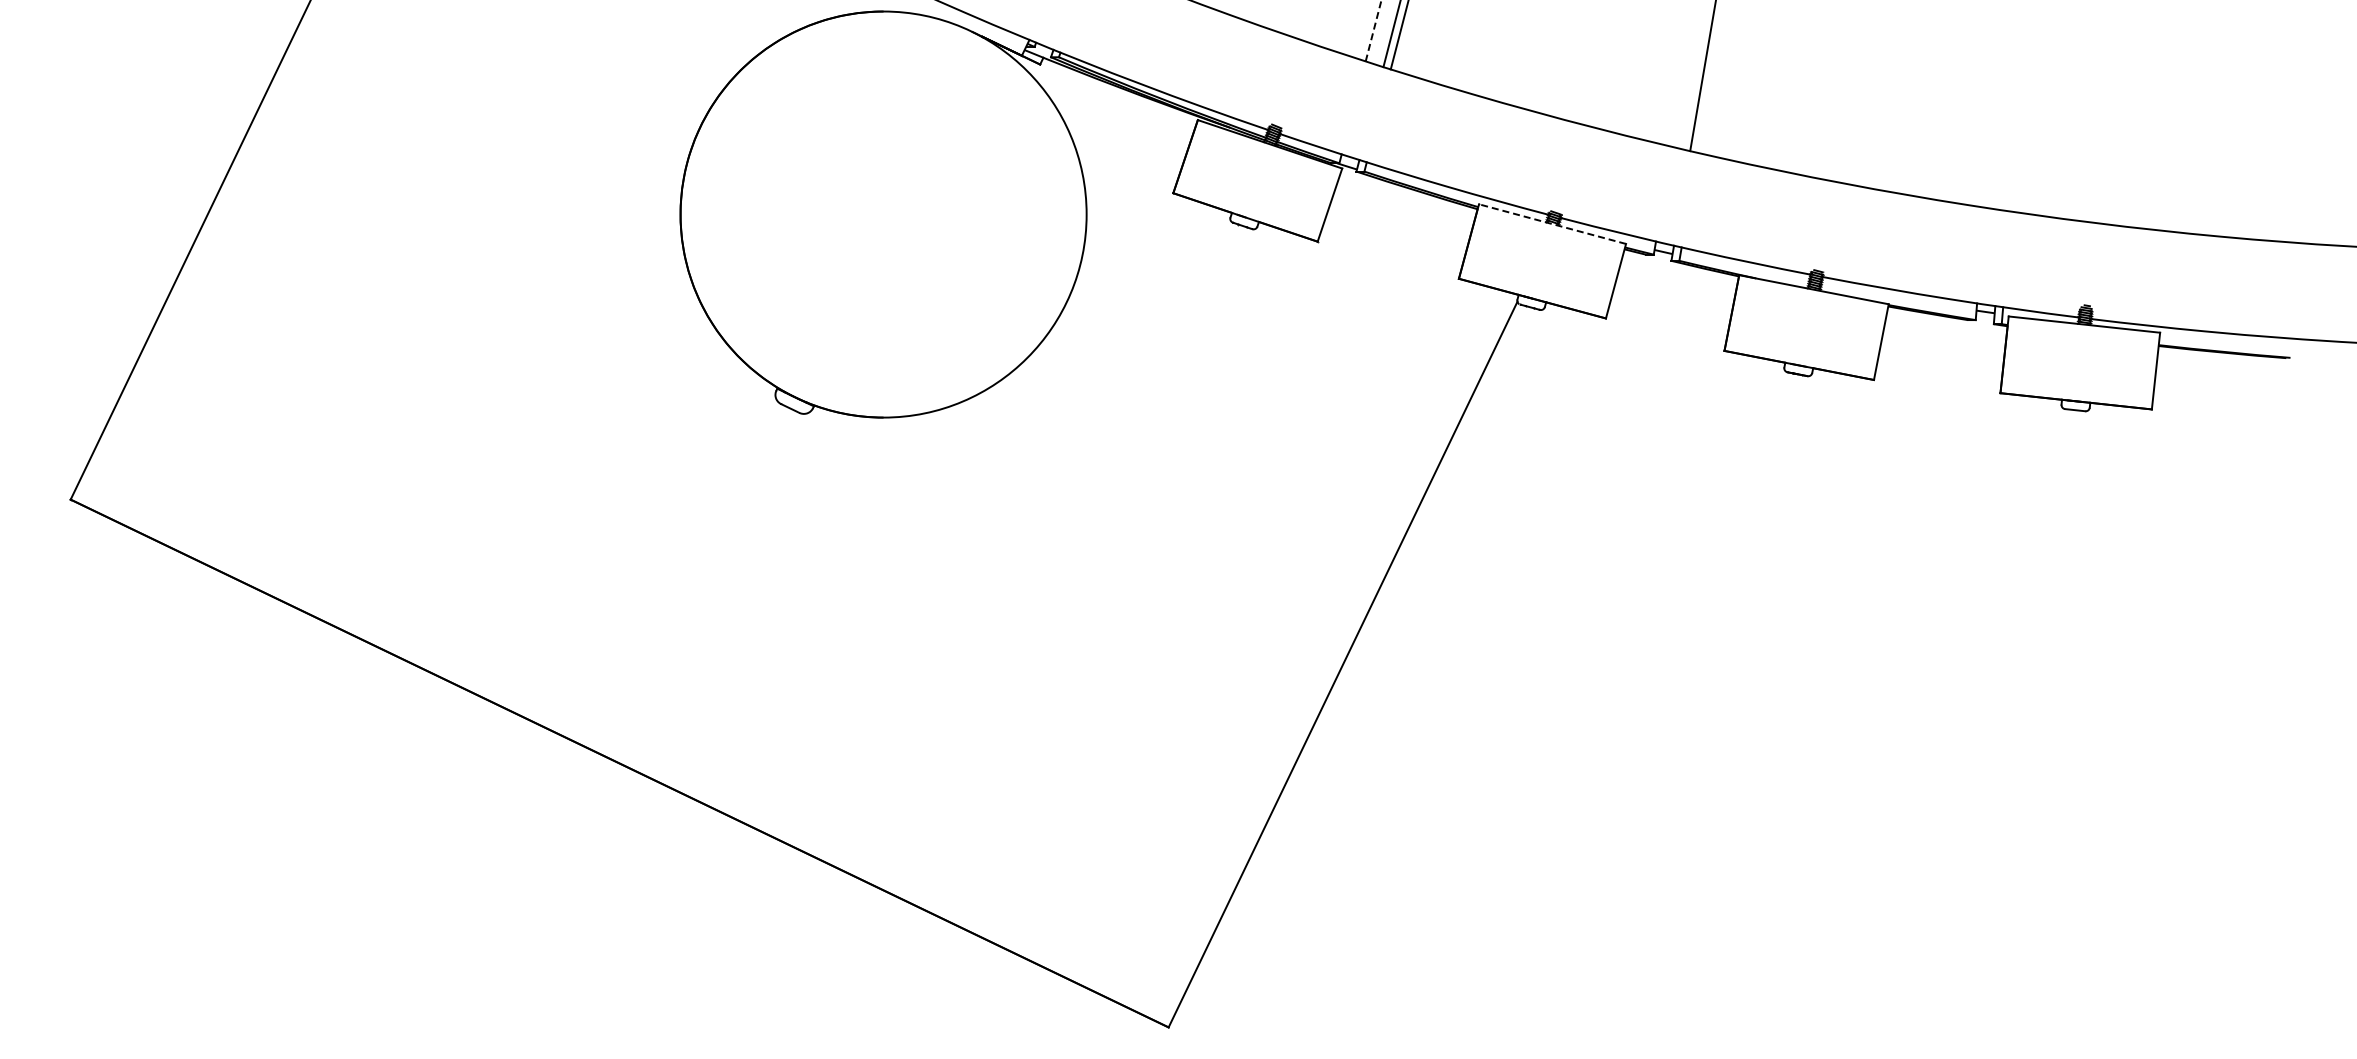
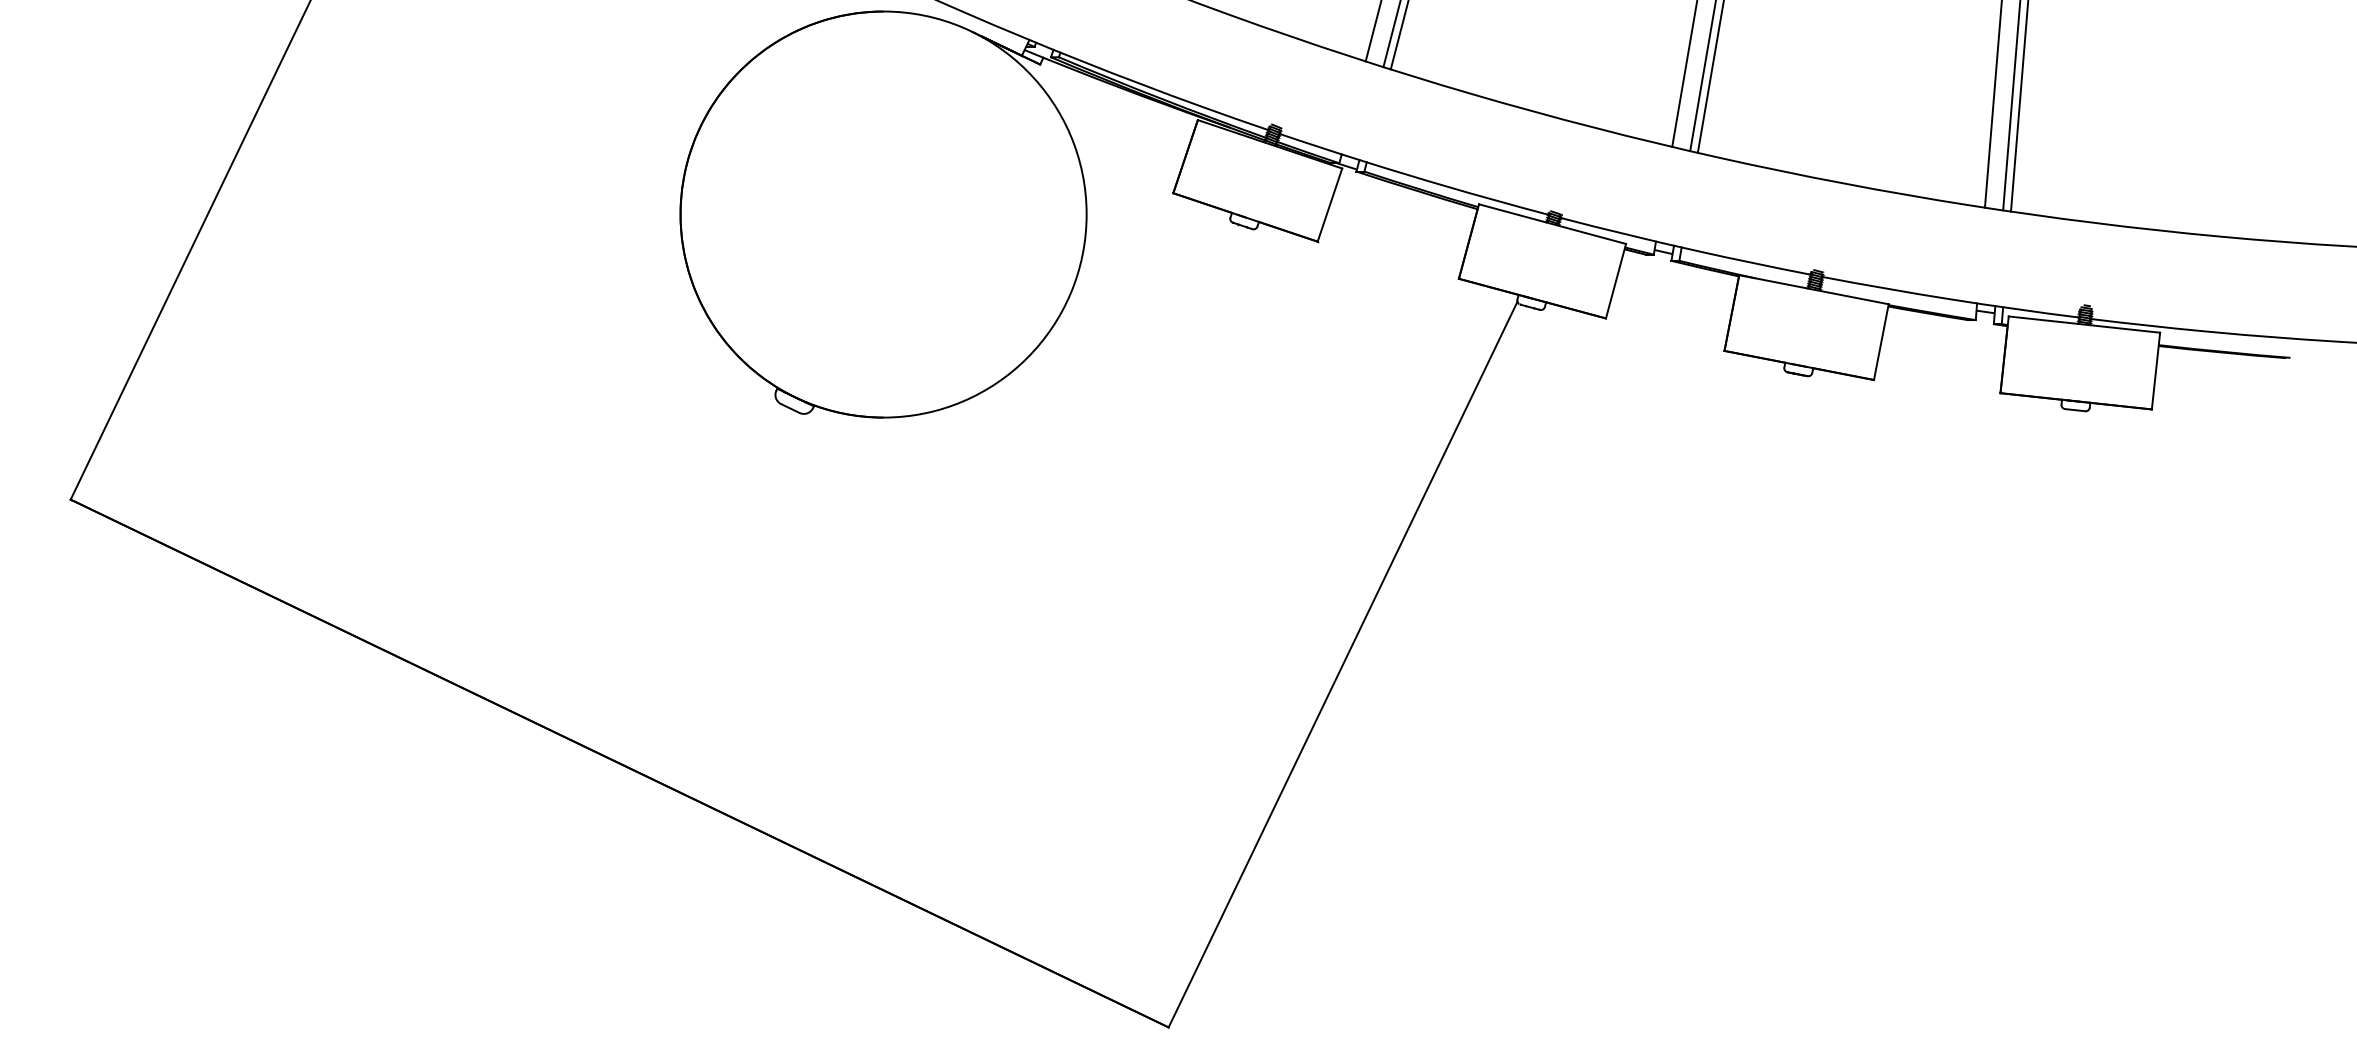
line at (1373, 30): dashed -> solid
line at (1684, 74): none -> present
line at (1710, 77): none -> present
line at (1992, 104): none -> present
line at (2011, 106): none -> present
line at (2019, 106): none -> present
line at (1552, 224): dashed -> solid
